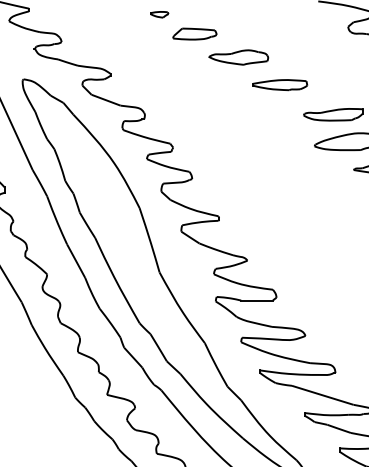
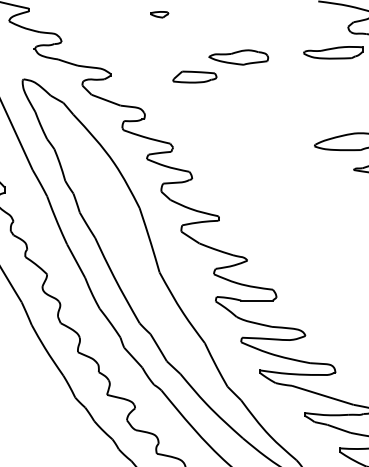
part at (194, 33) position: (194, 33) -> (194, 76)
part at (280, 85): present -> none
part at (333, 114) position: (333, 114) -> (333, 52)
